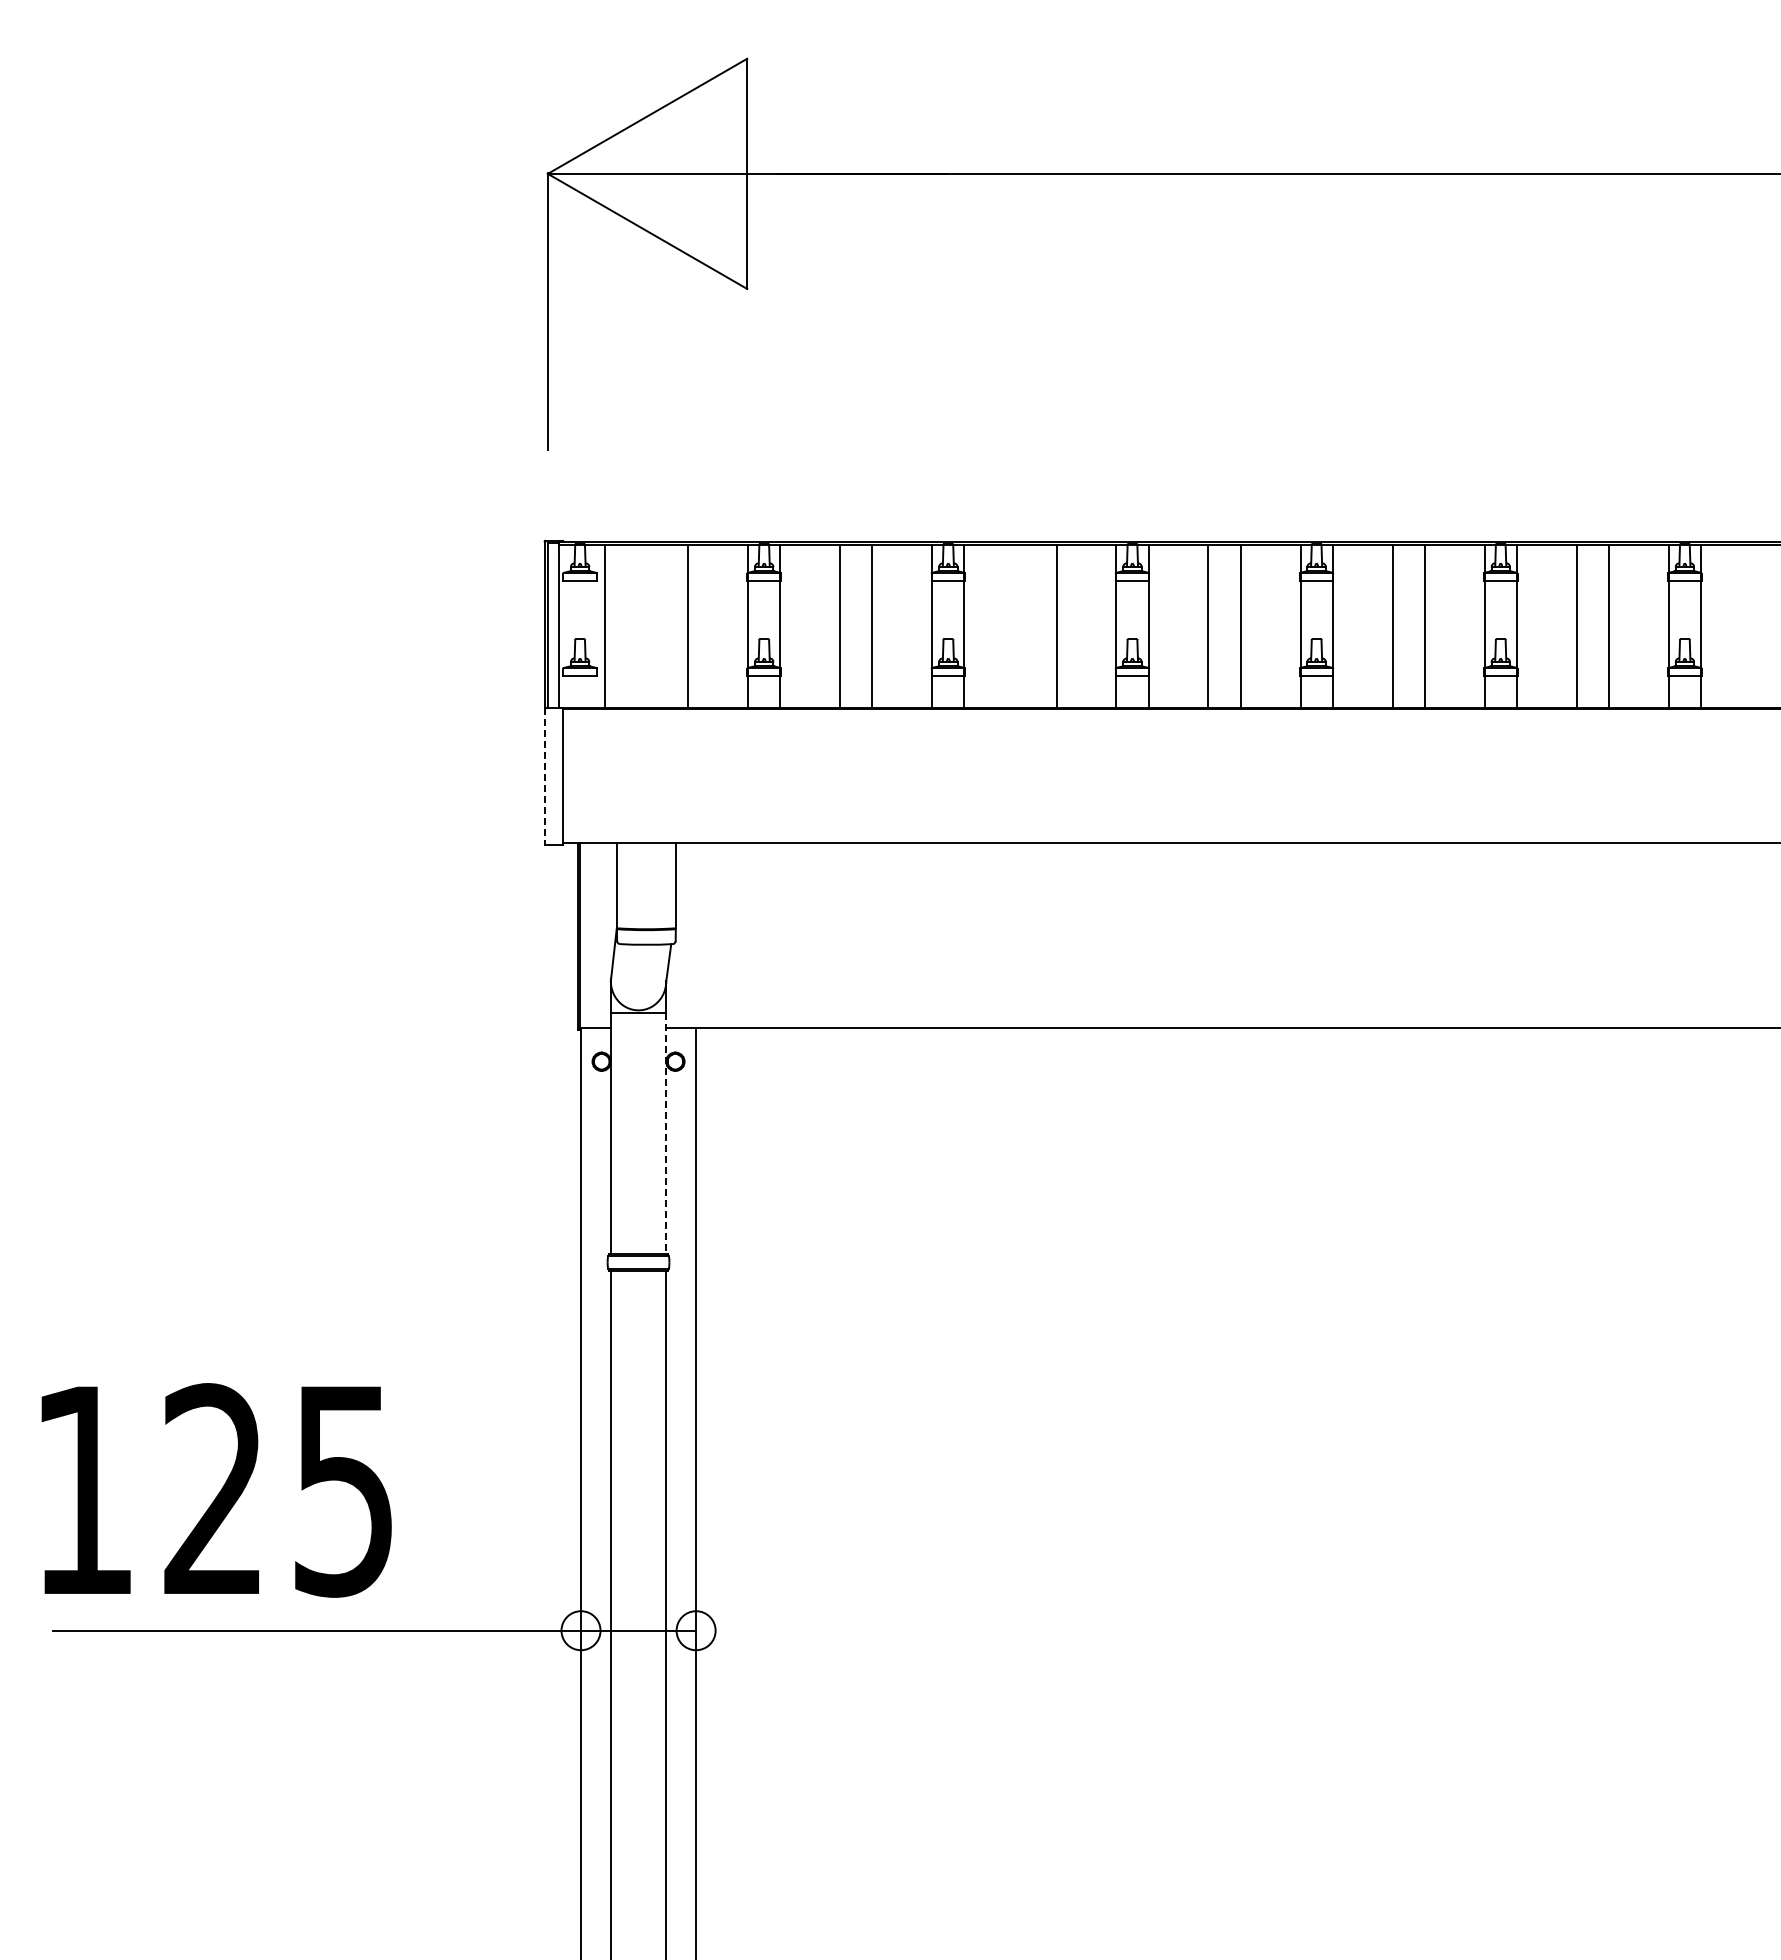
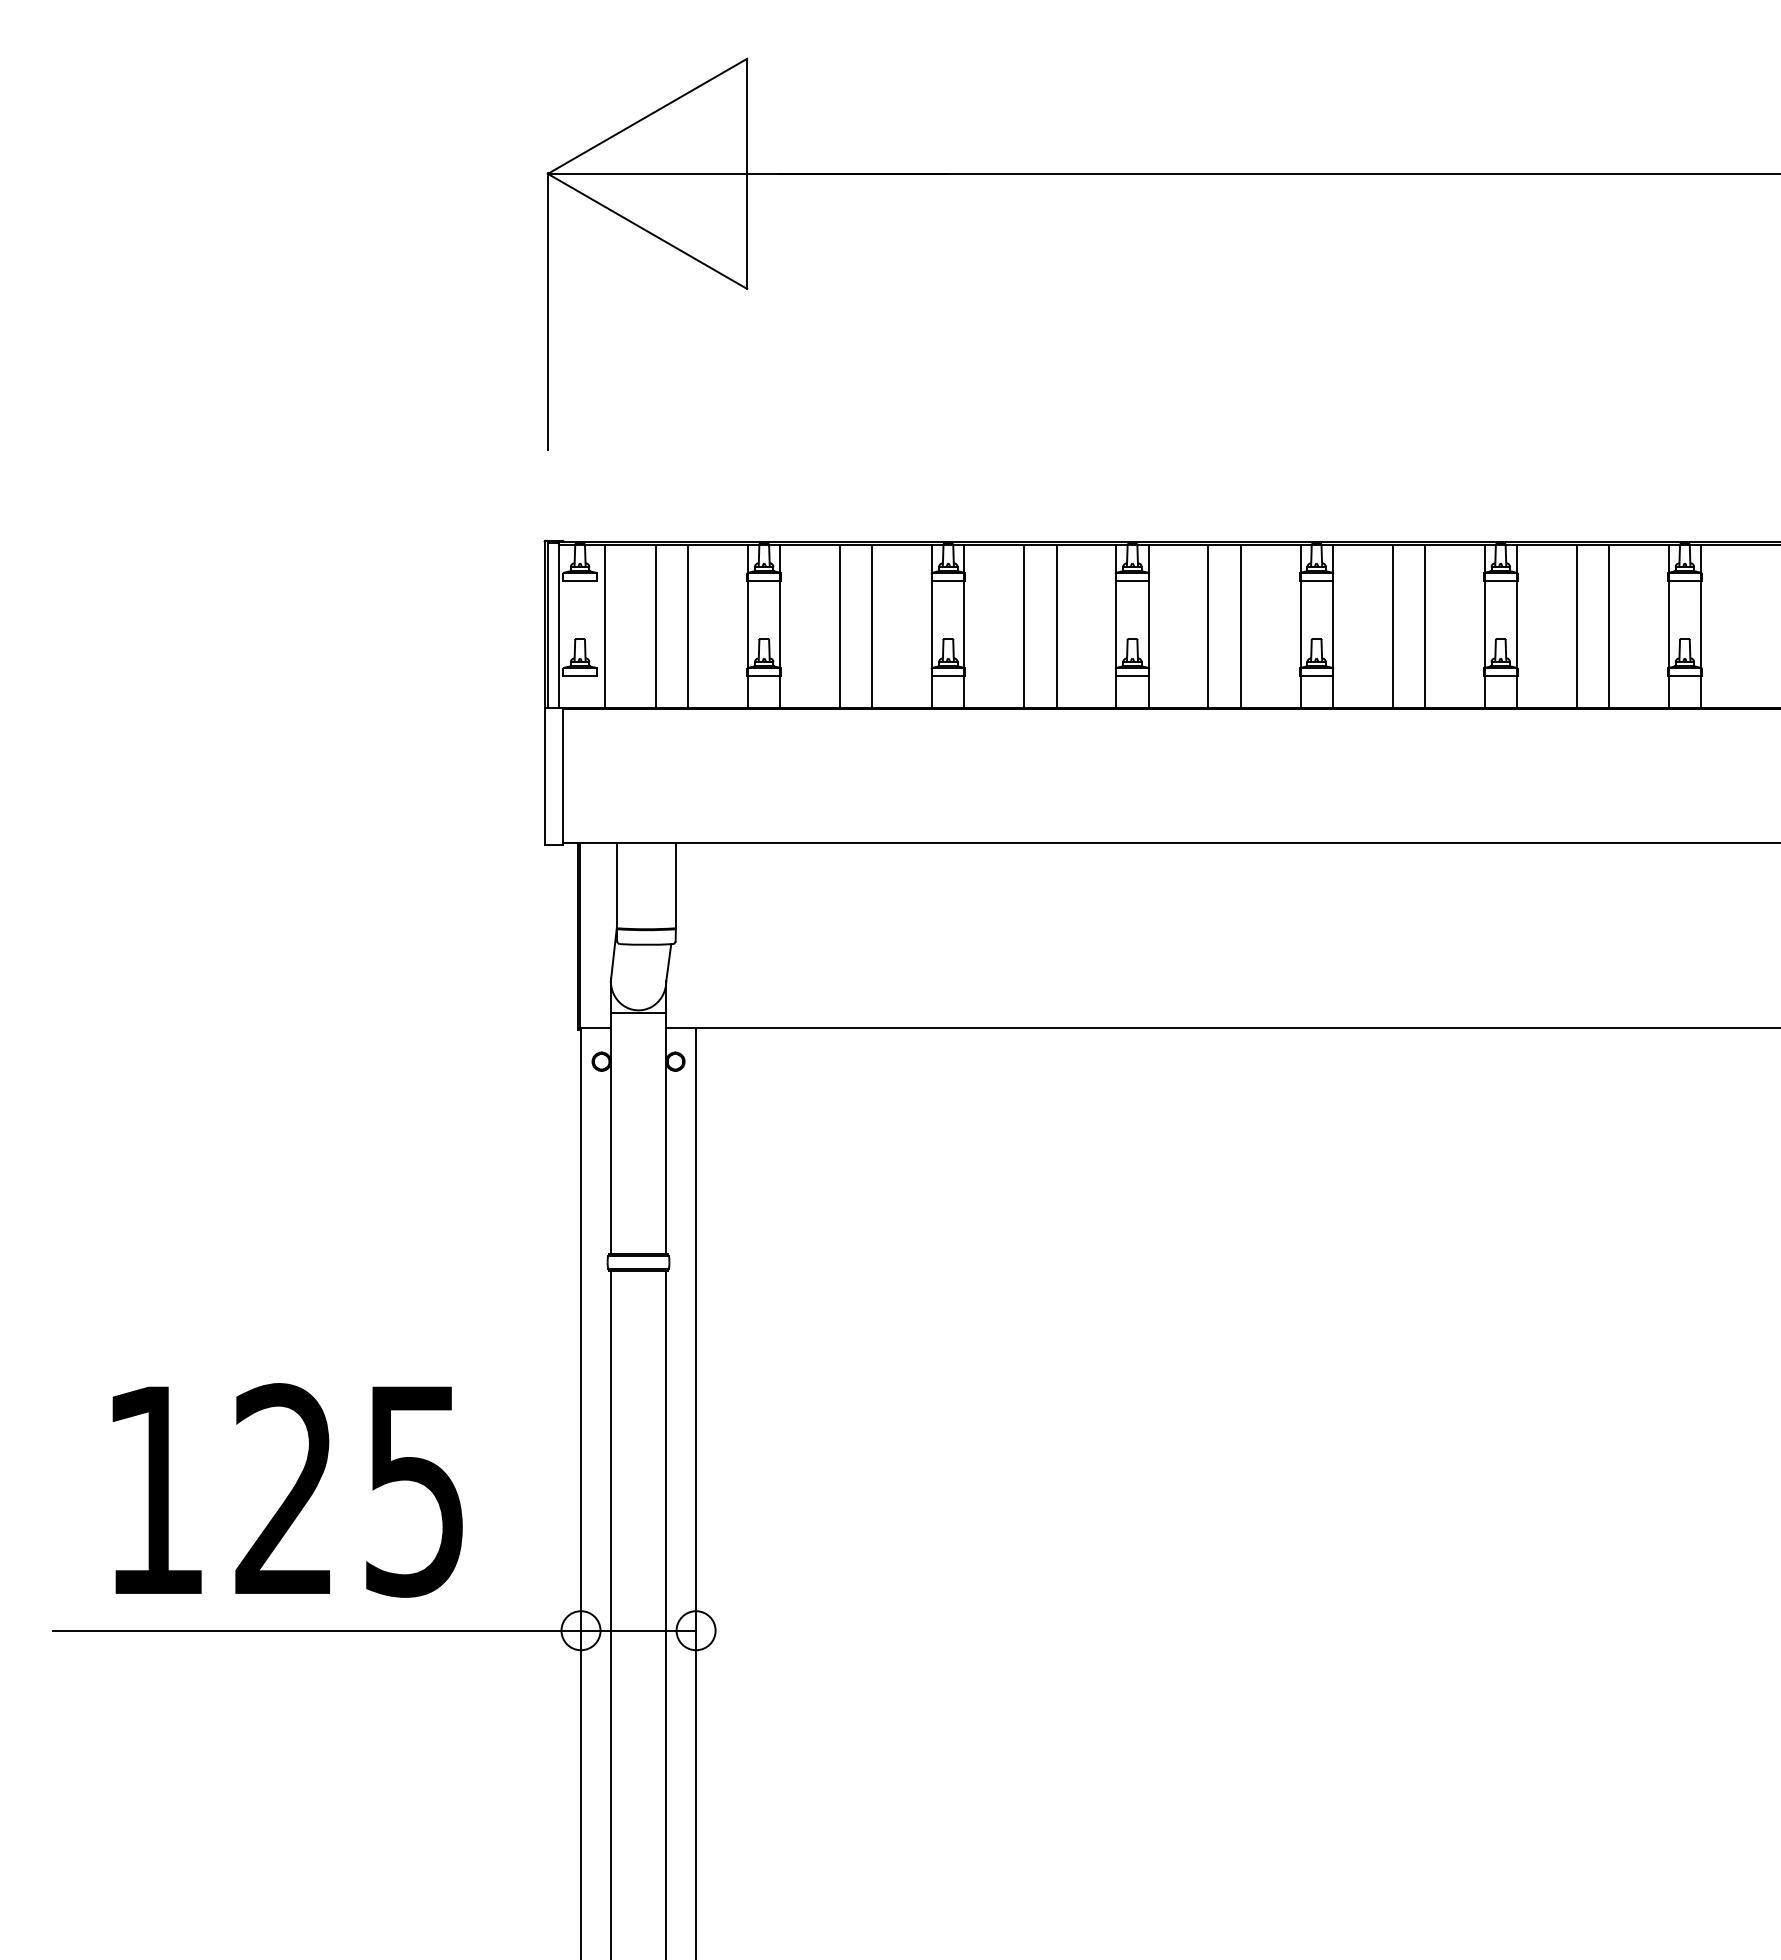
line at (656, 626): none -> present
line at (1024, 626): none -> present
line at (544, 777): dashed -> solid
line at (666, 1134): dashed -> solid
text at (216, 1490) position: (216, 1490) -> (287, 1490)
